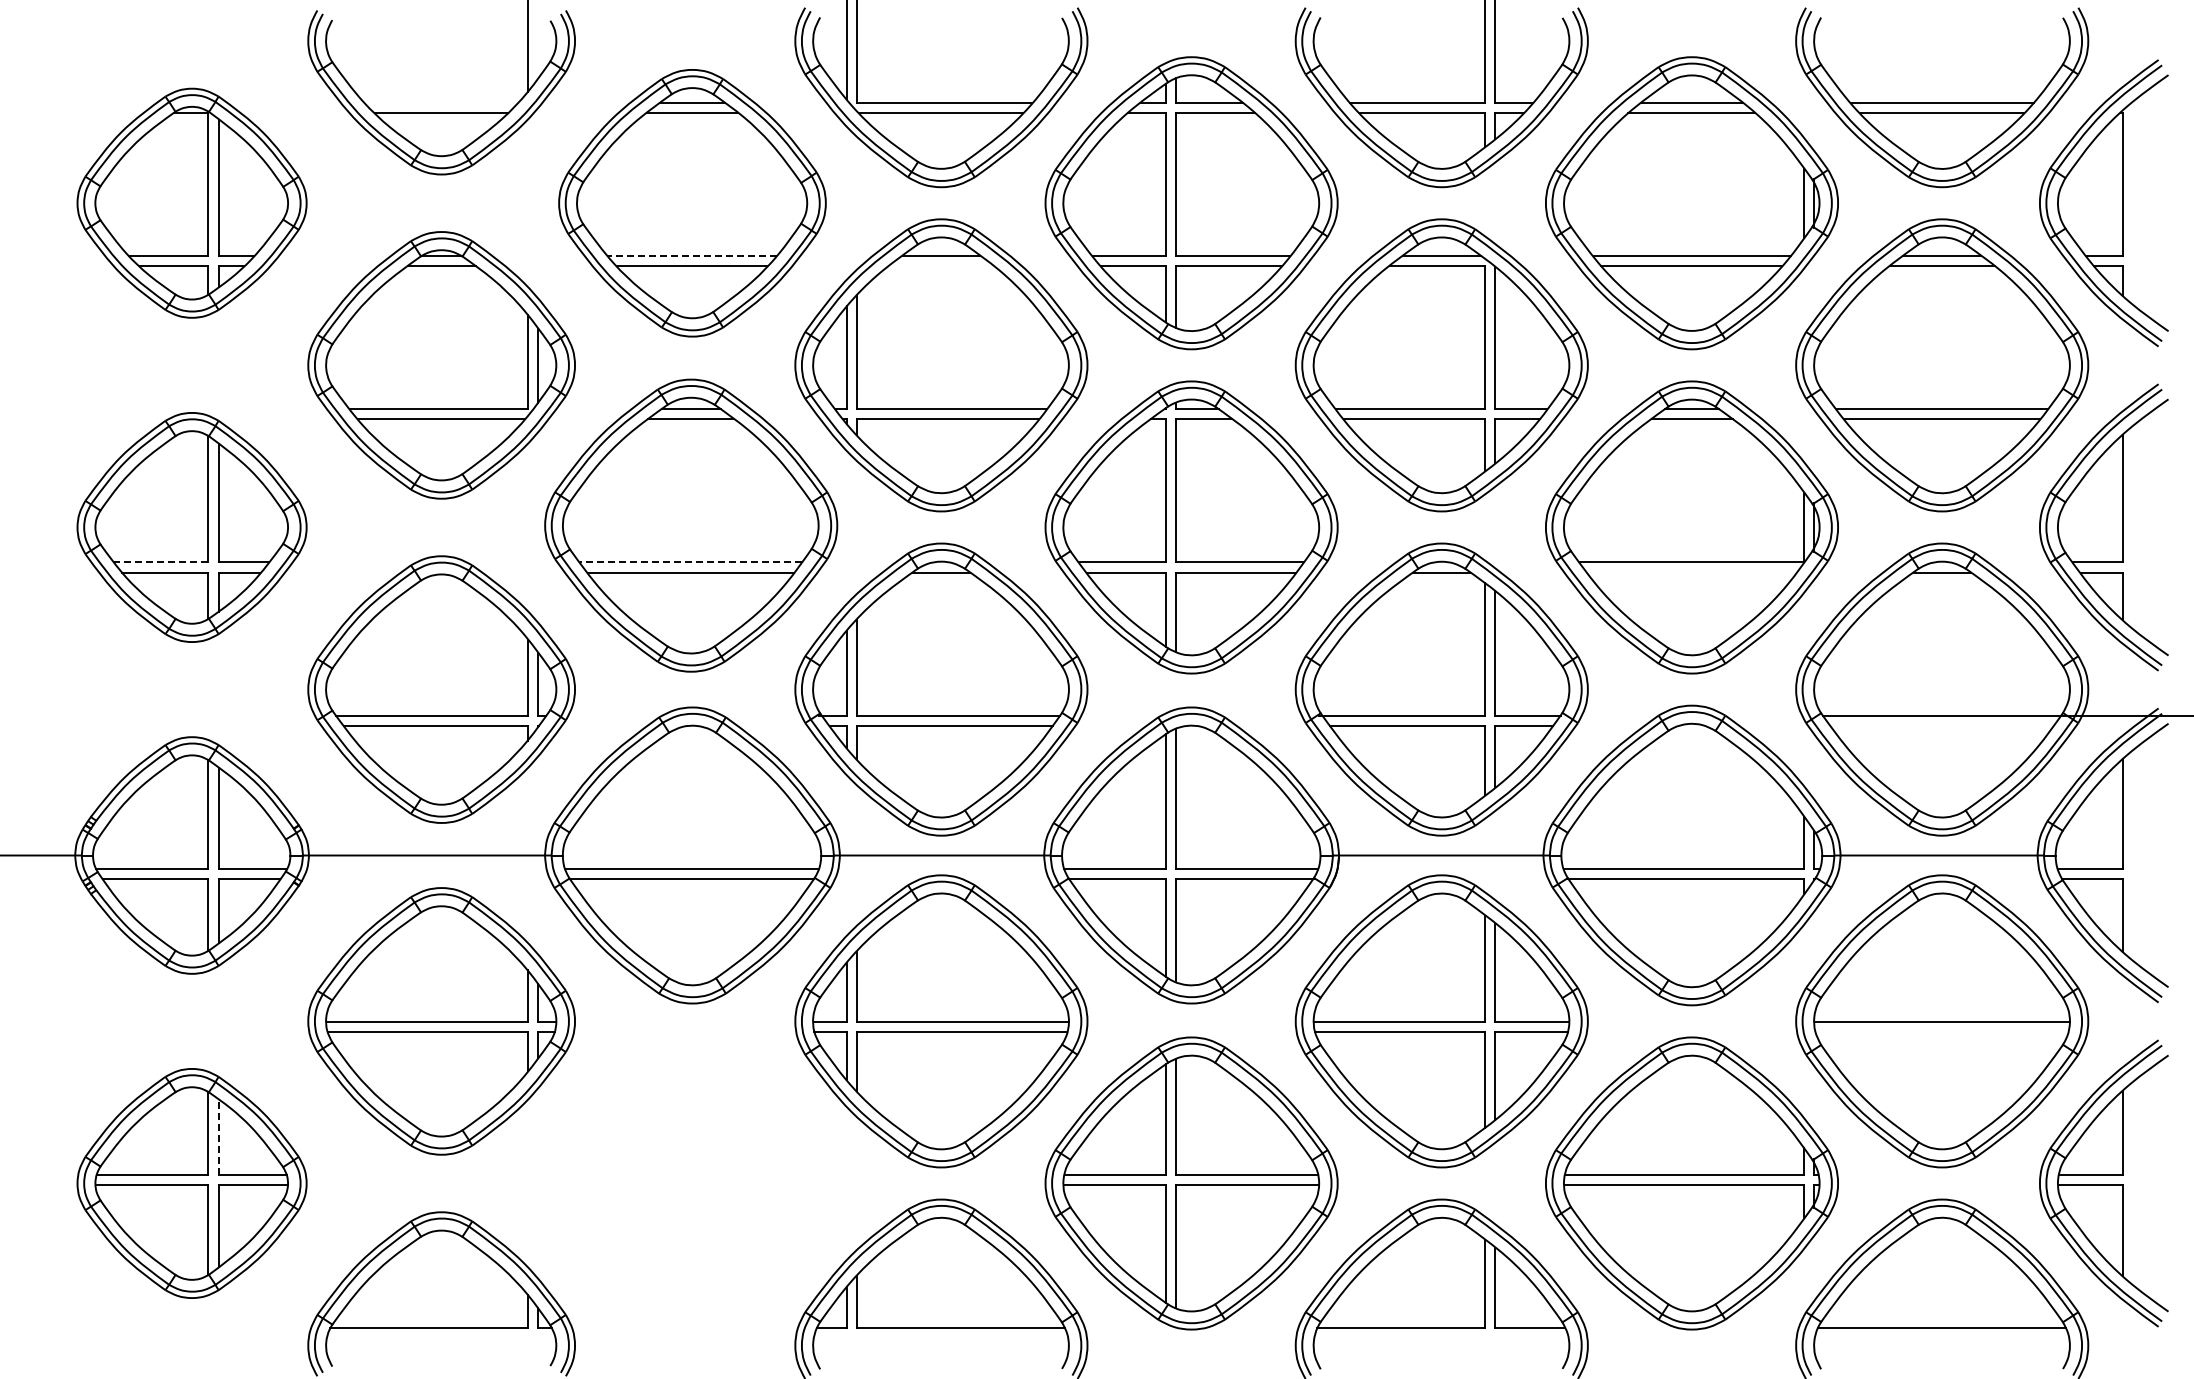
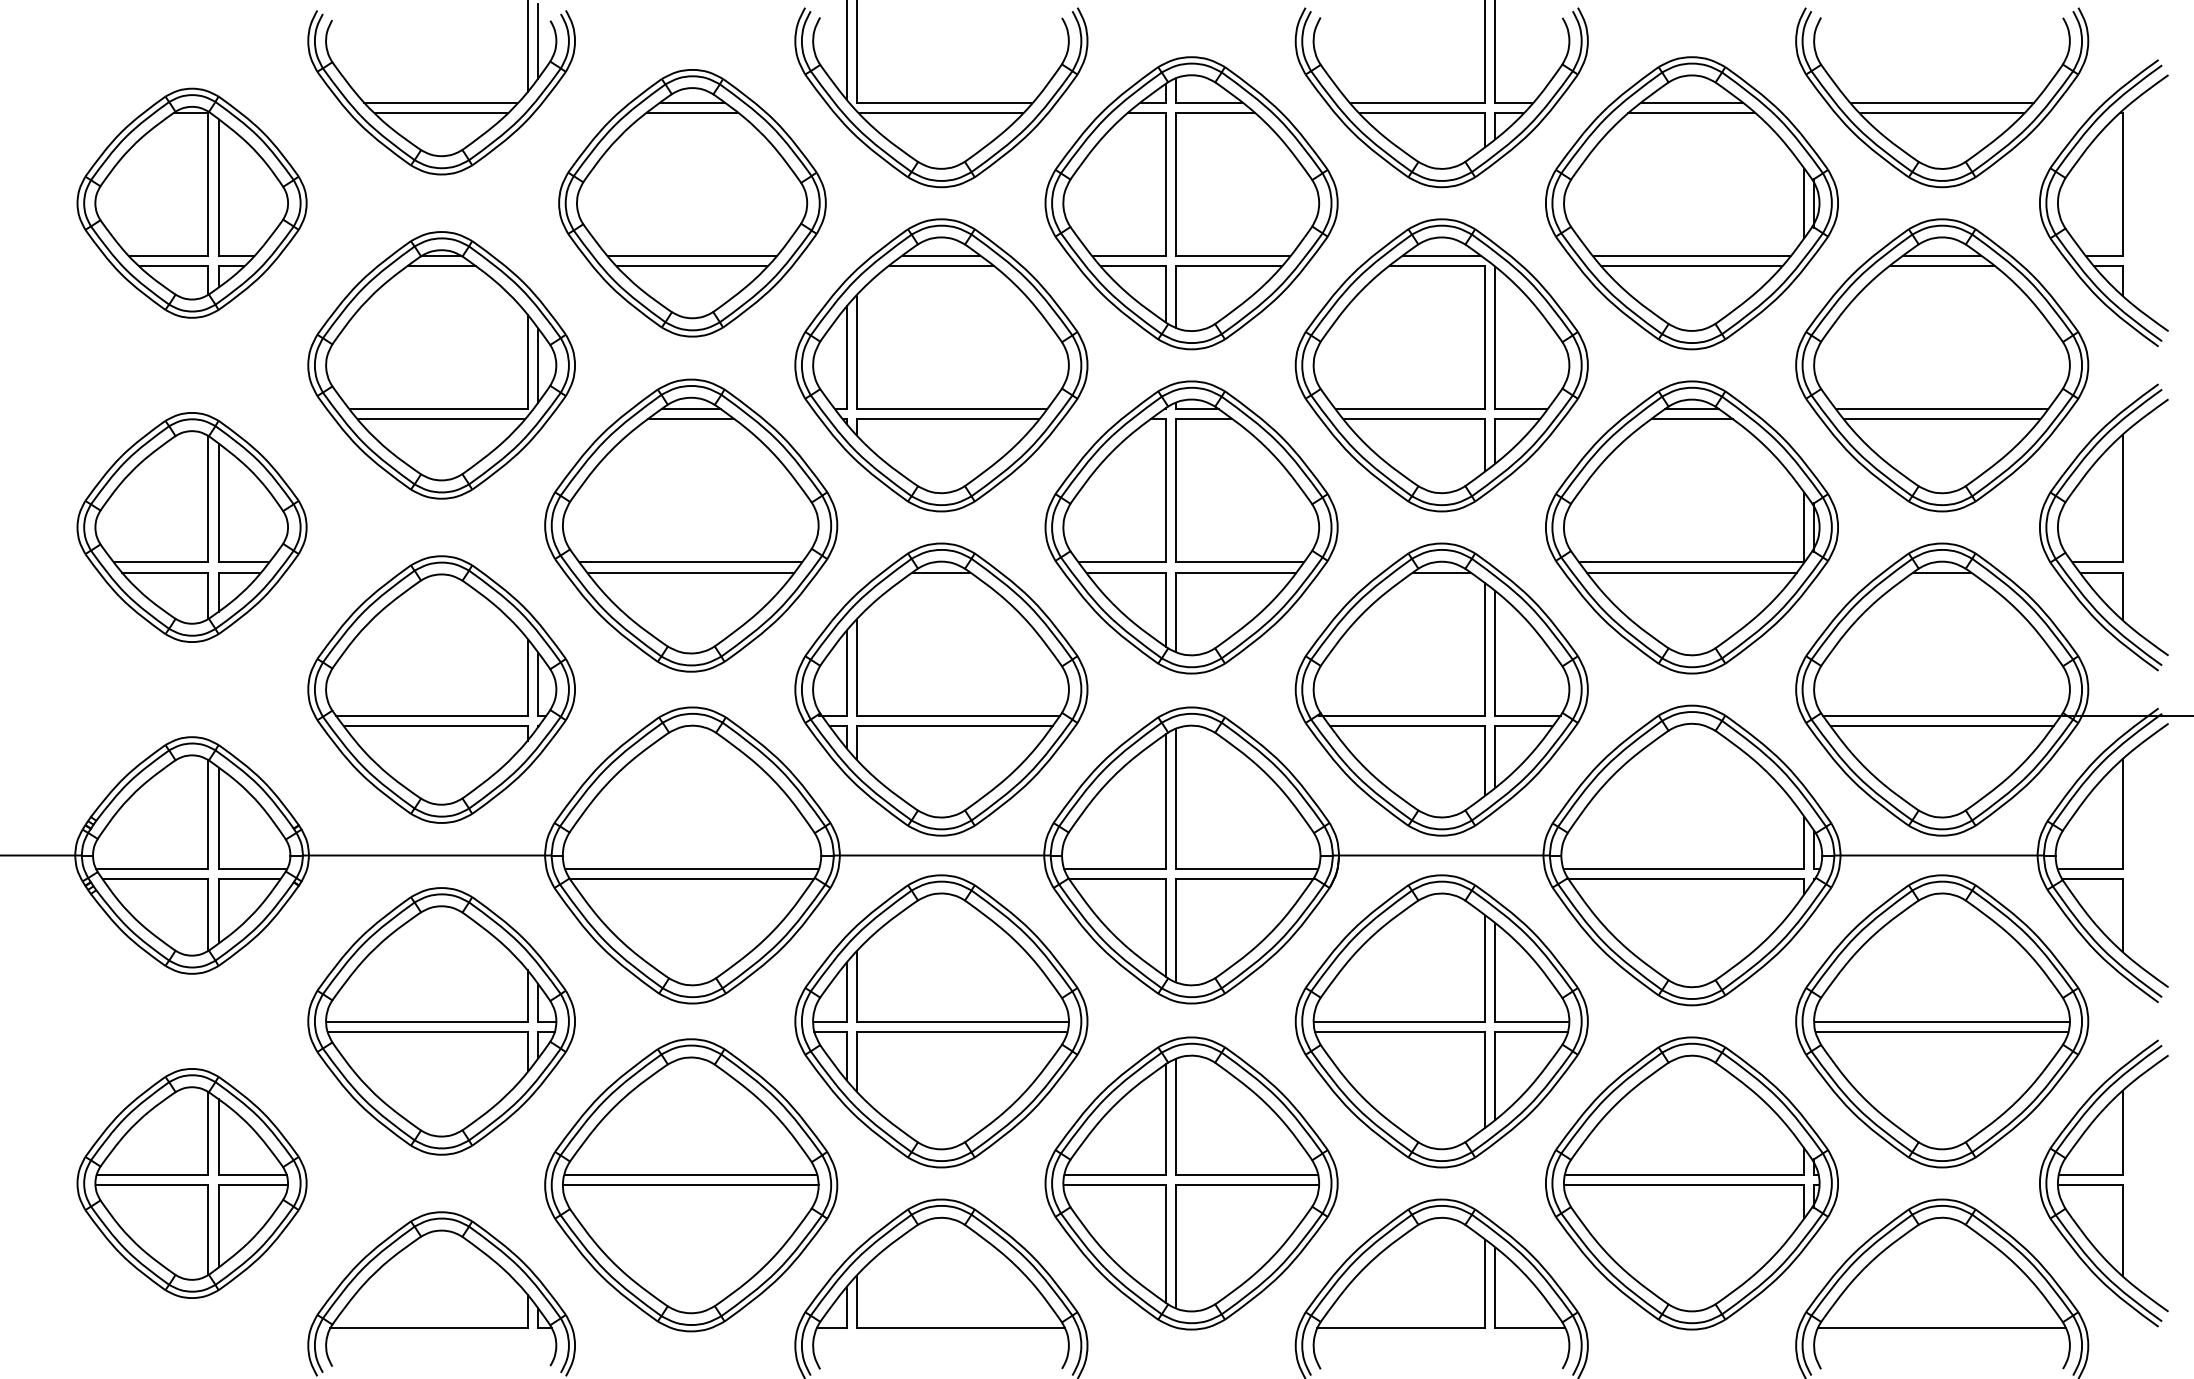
line at (537, 41): none -> present
line at (440, 102): none -> present
line at (691, 256): dashed -> solid
line at (941, 266): none -> present
line at (161, 562): dashed -> solid
line at (690, 562): dashed -> solid
line at (1691, 572): none -> present
line at (1941, 725): none -> present
line at (1941, 1032): none -> present
line at (218, 1137): dashed -> solid
part at (691, 1185): none -> present
